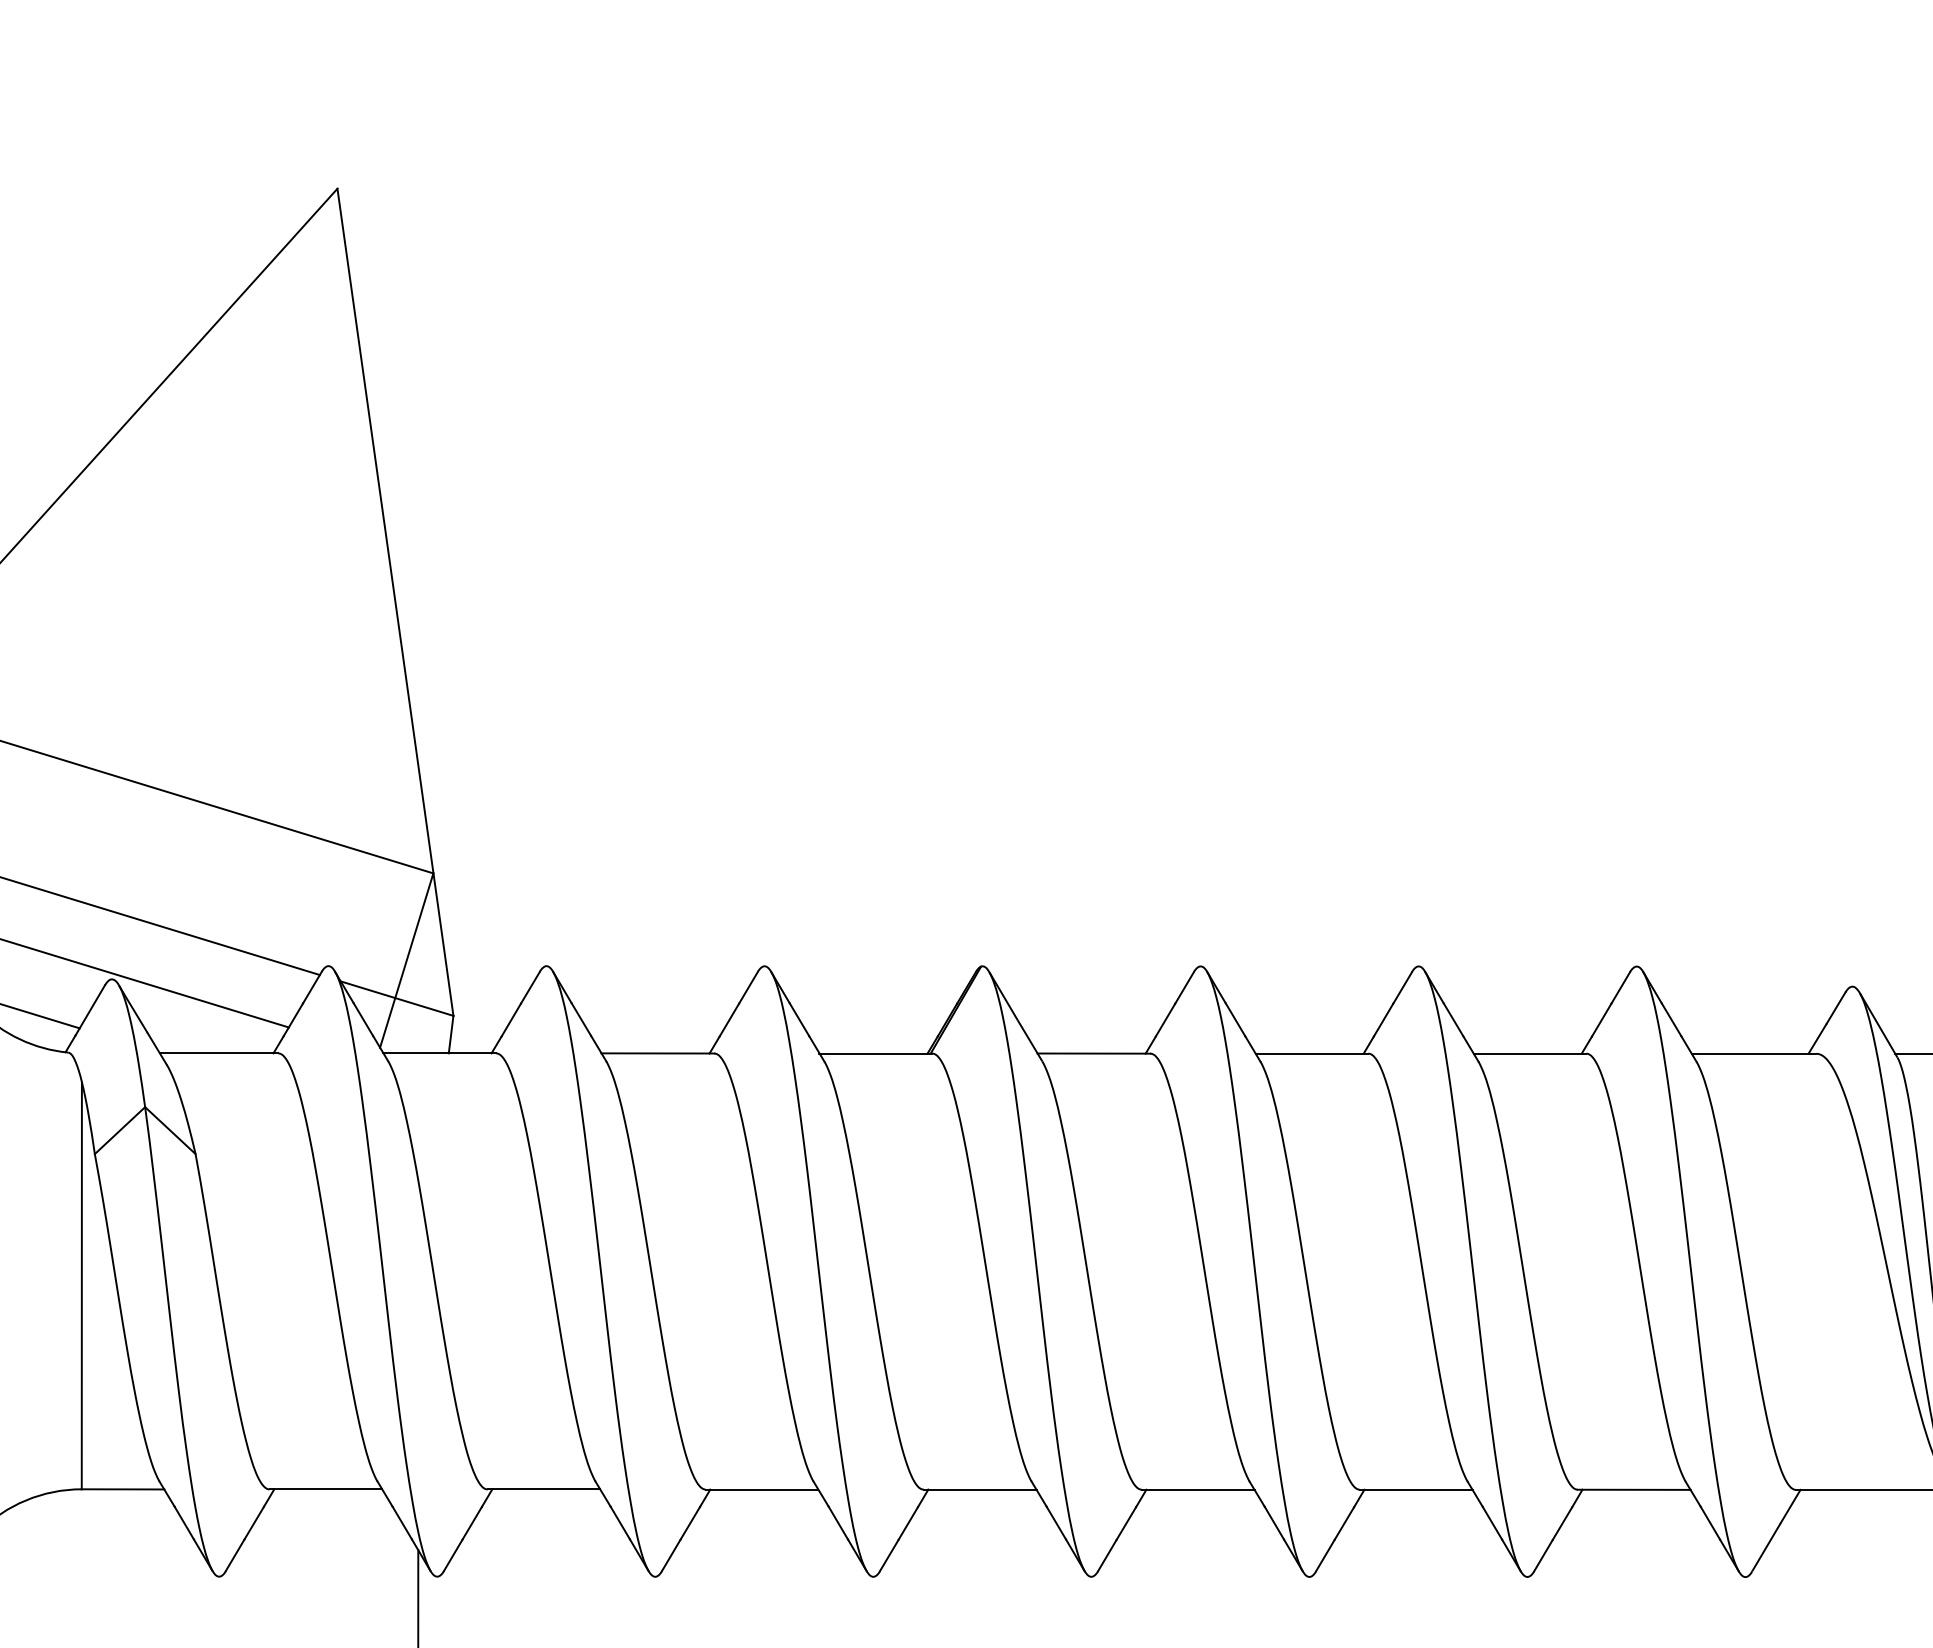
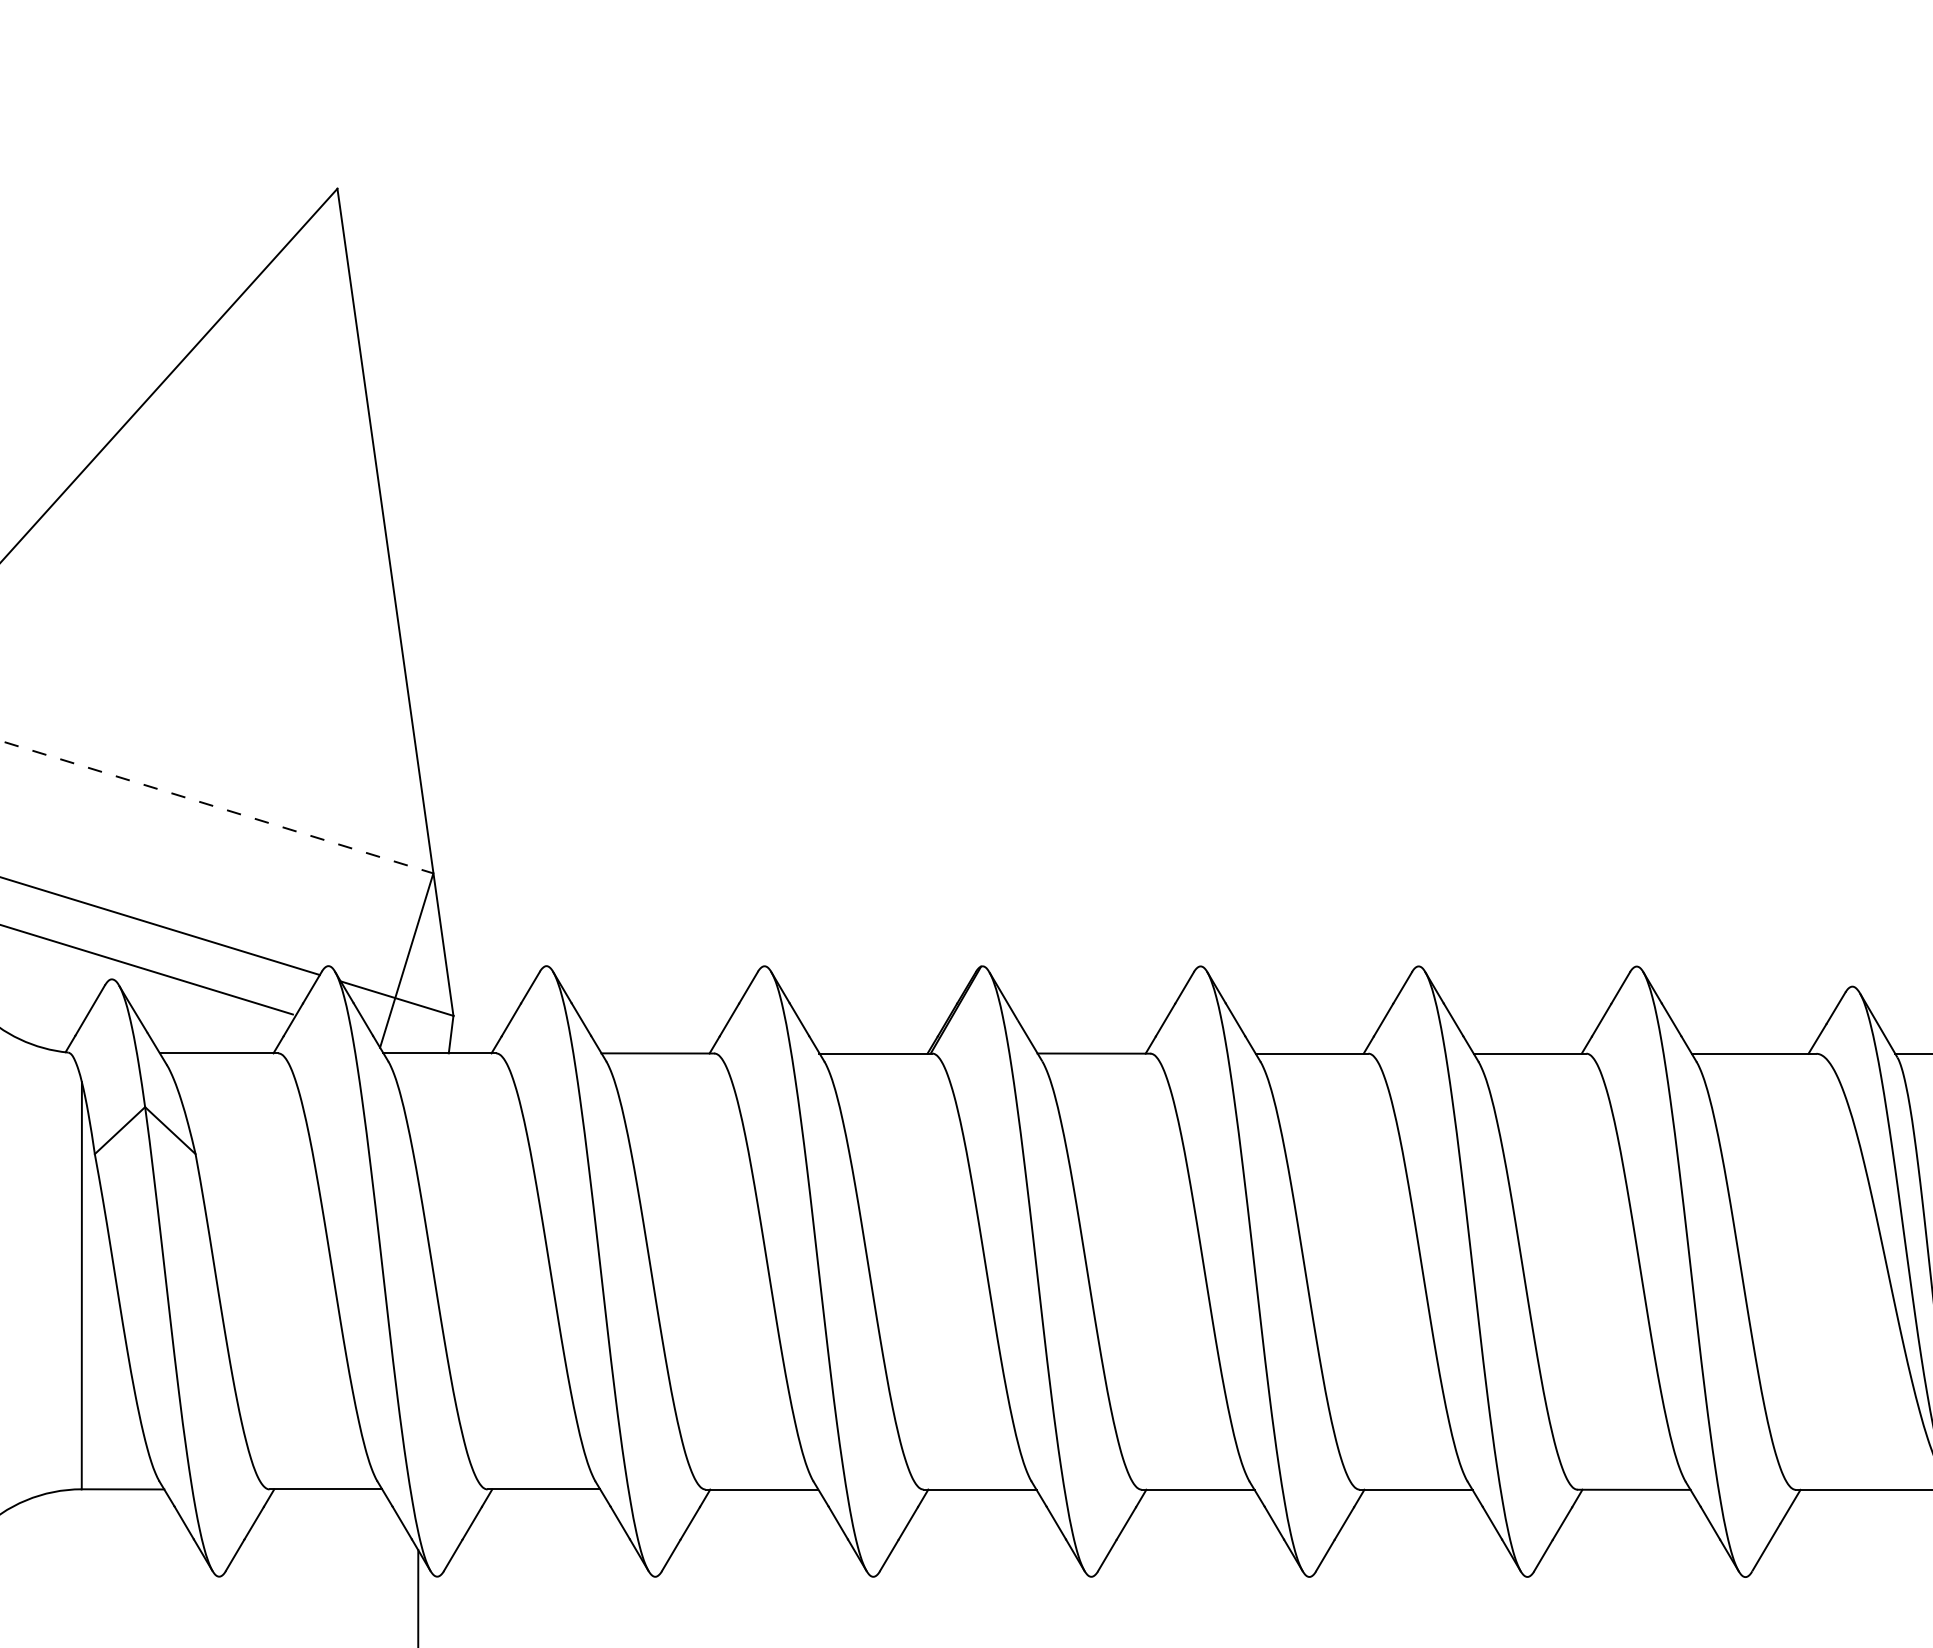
line at (217, 807): solid -> dashed
line at (145, 983) position: (145, 983) -> (147, 969)
line at (40, 1016): present -> none
